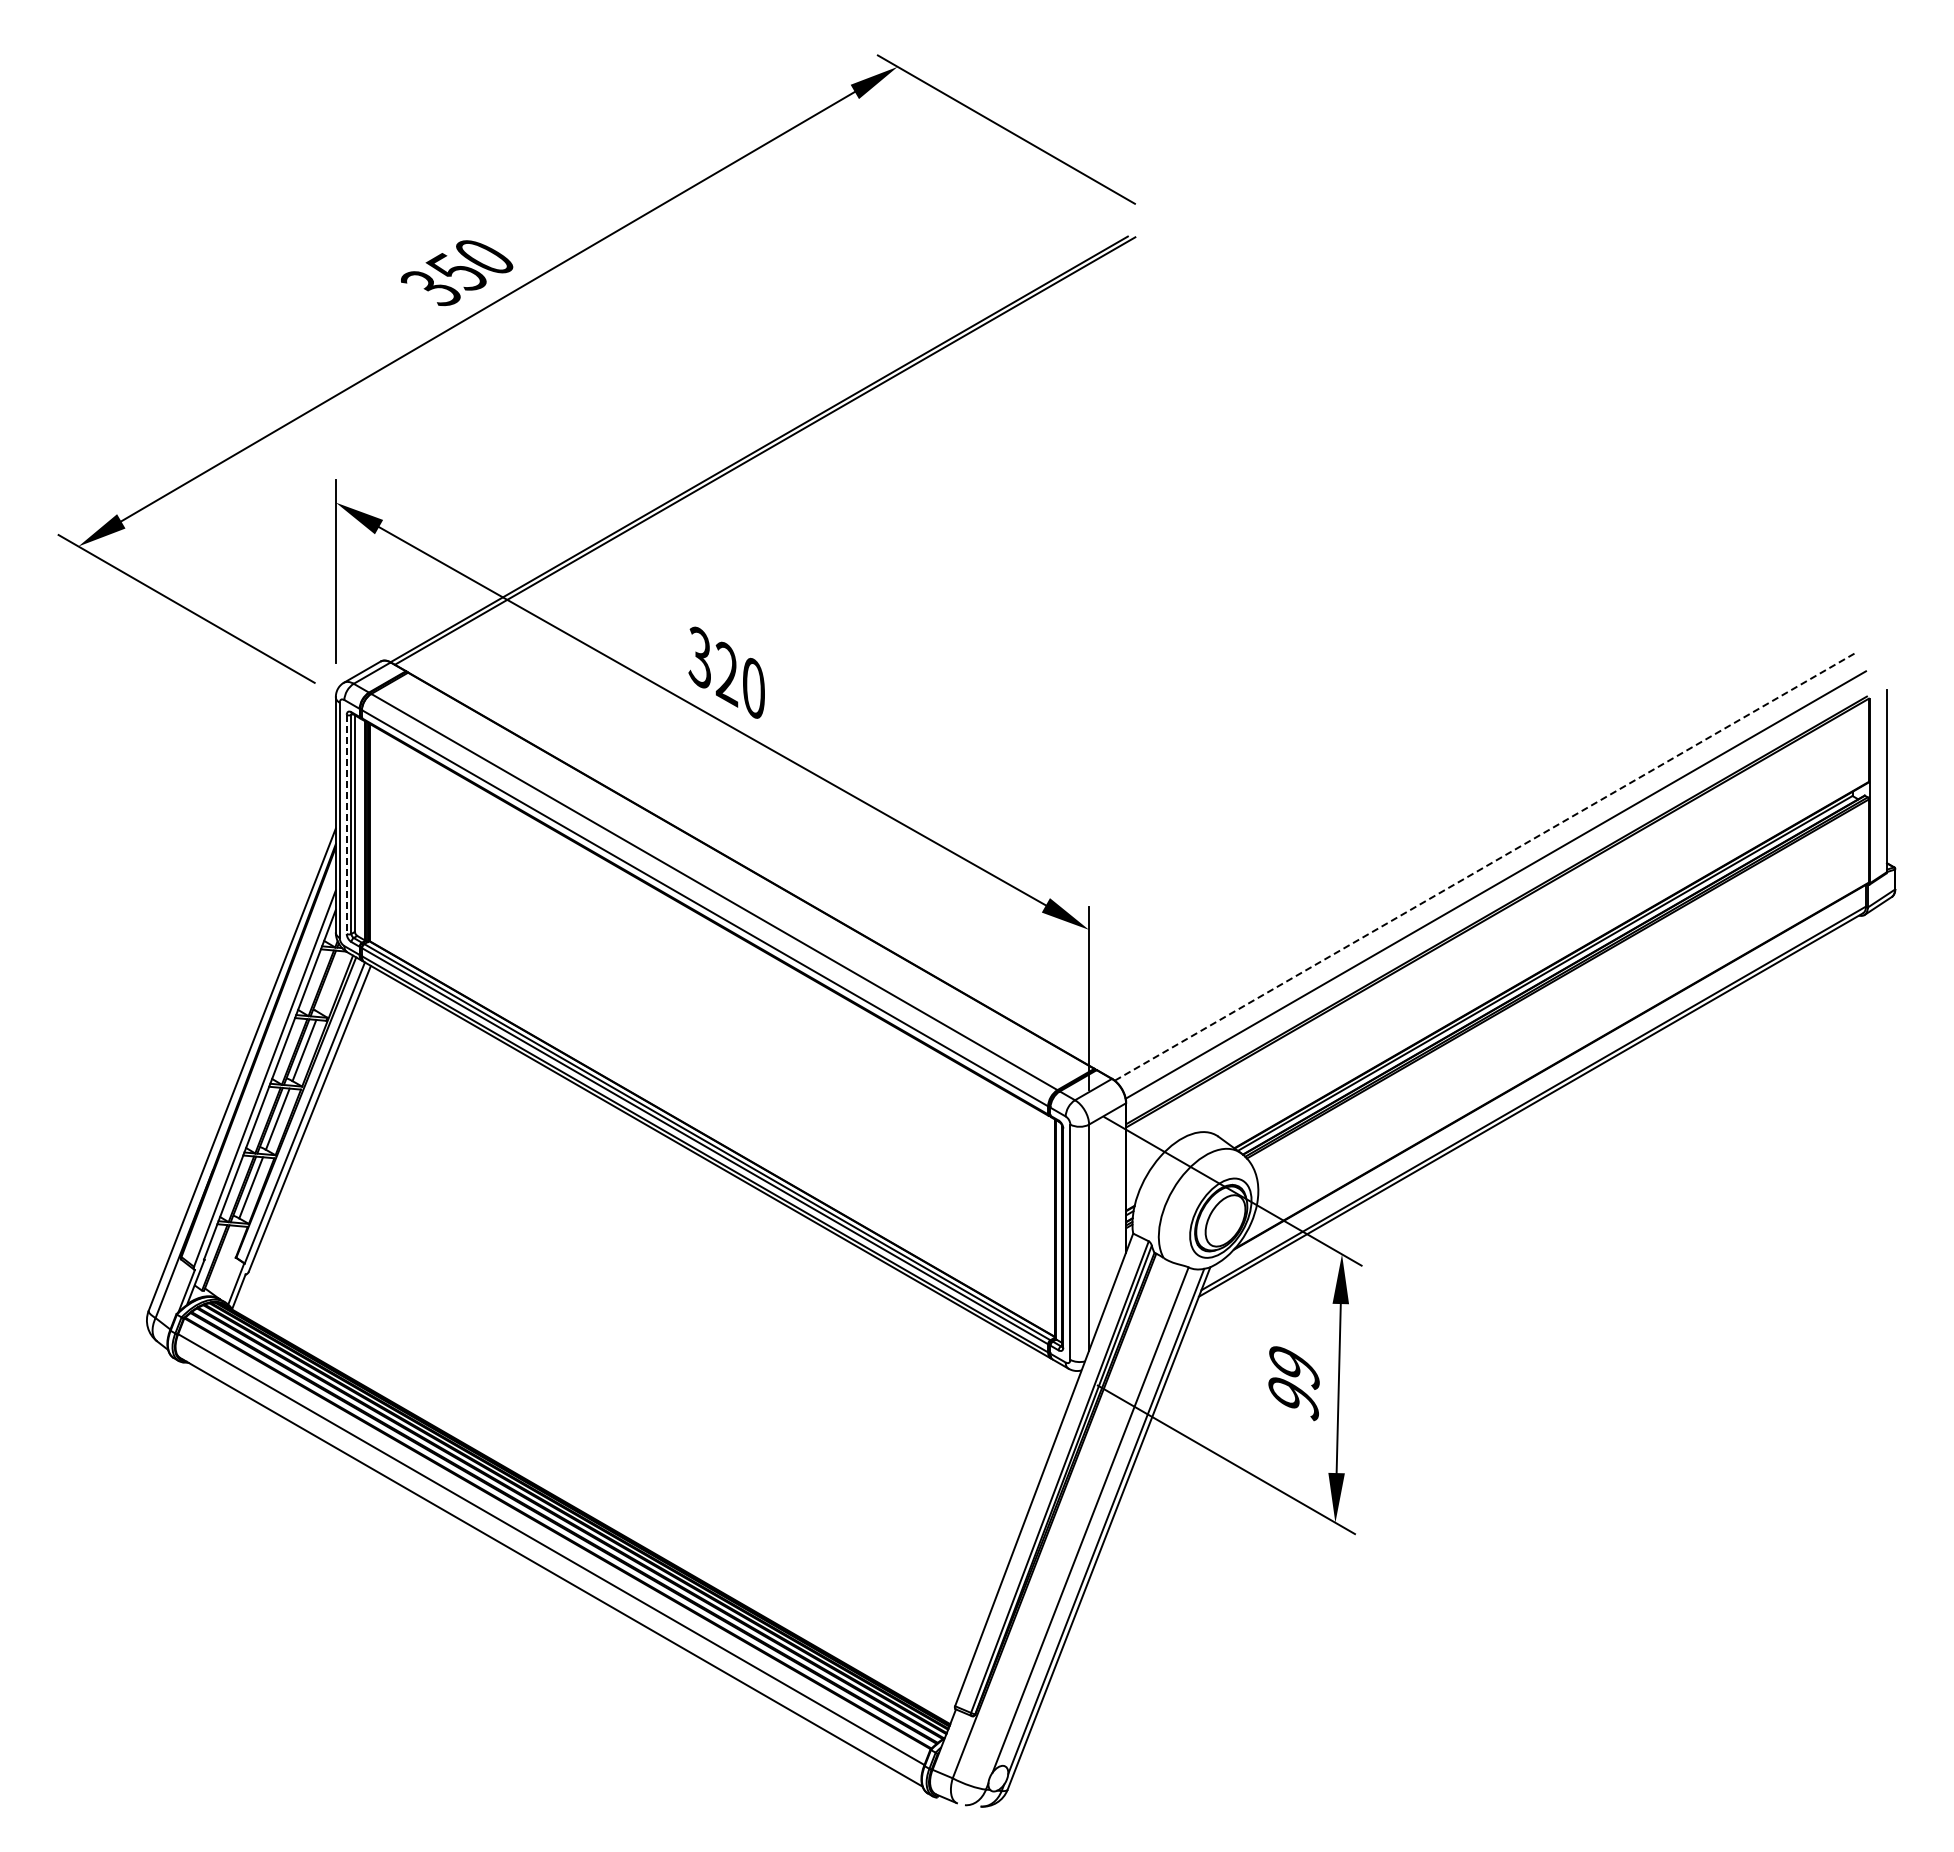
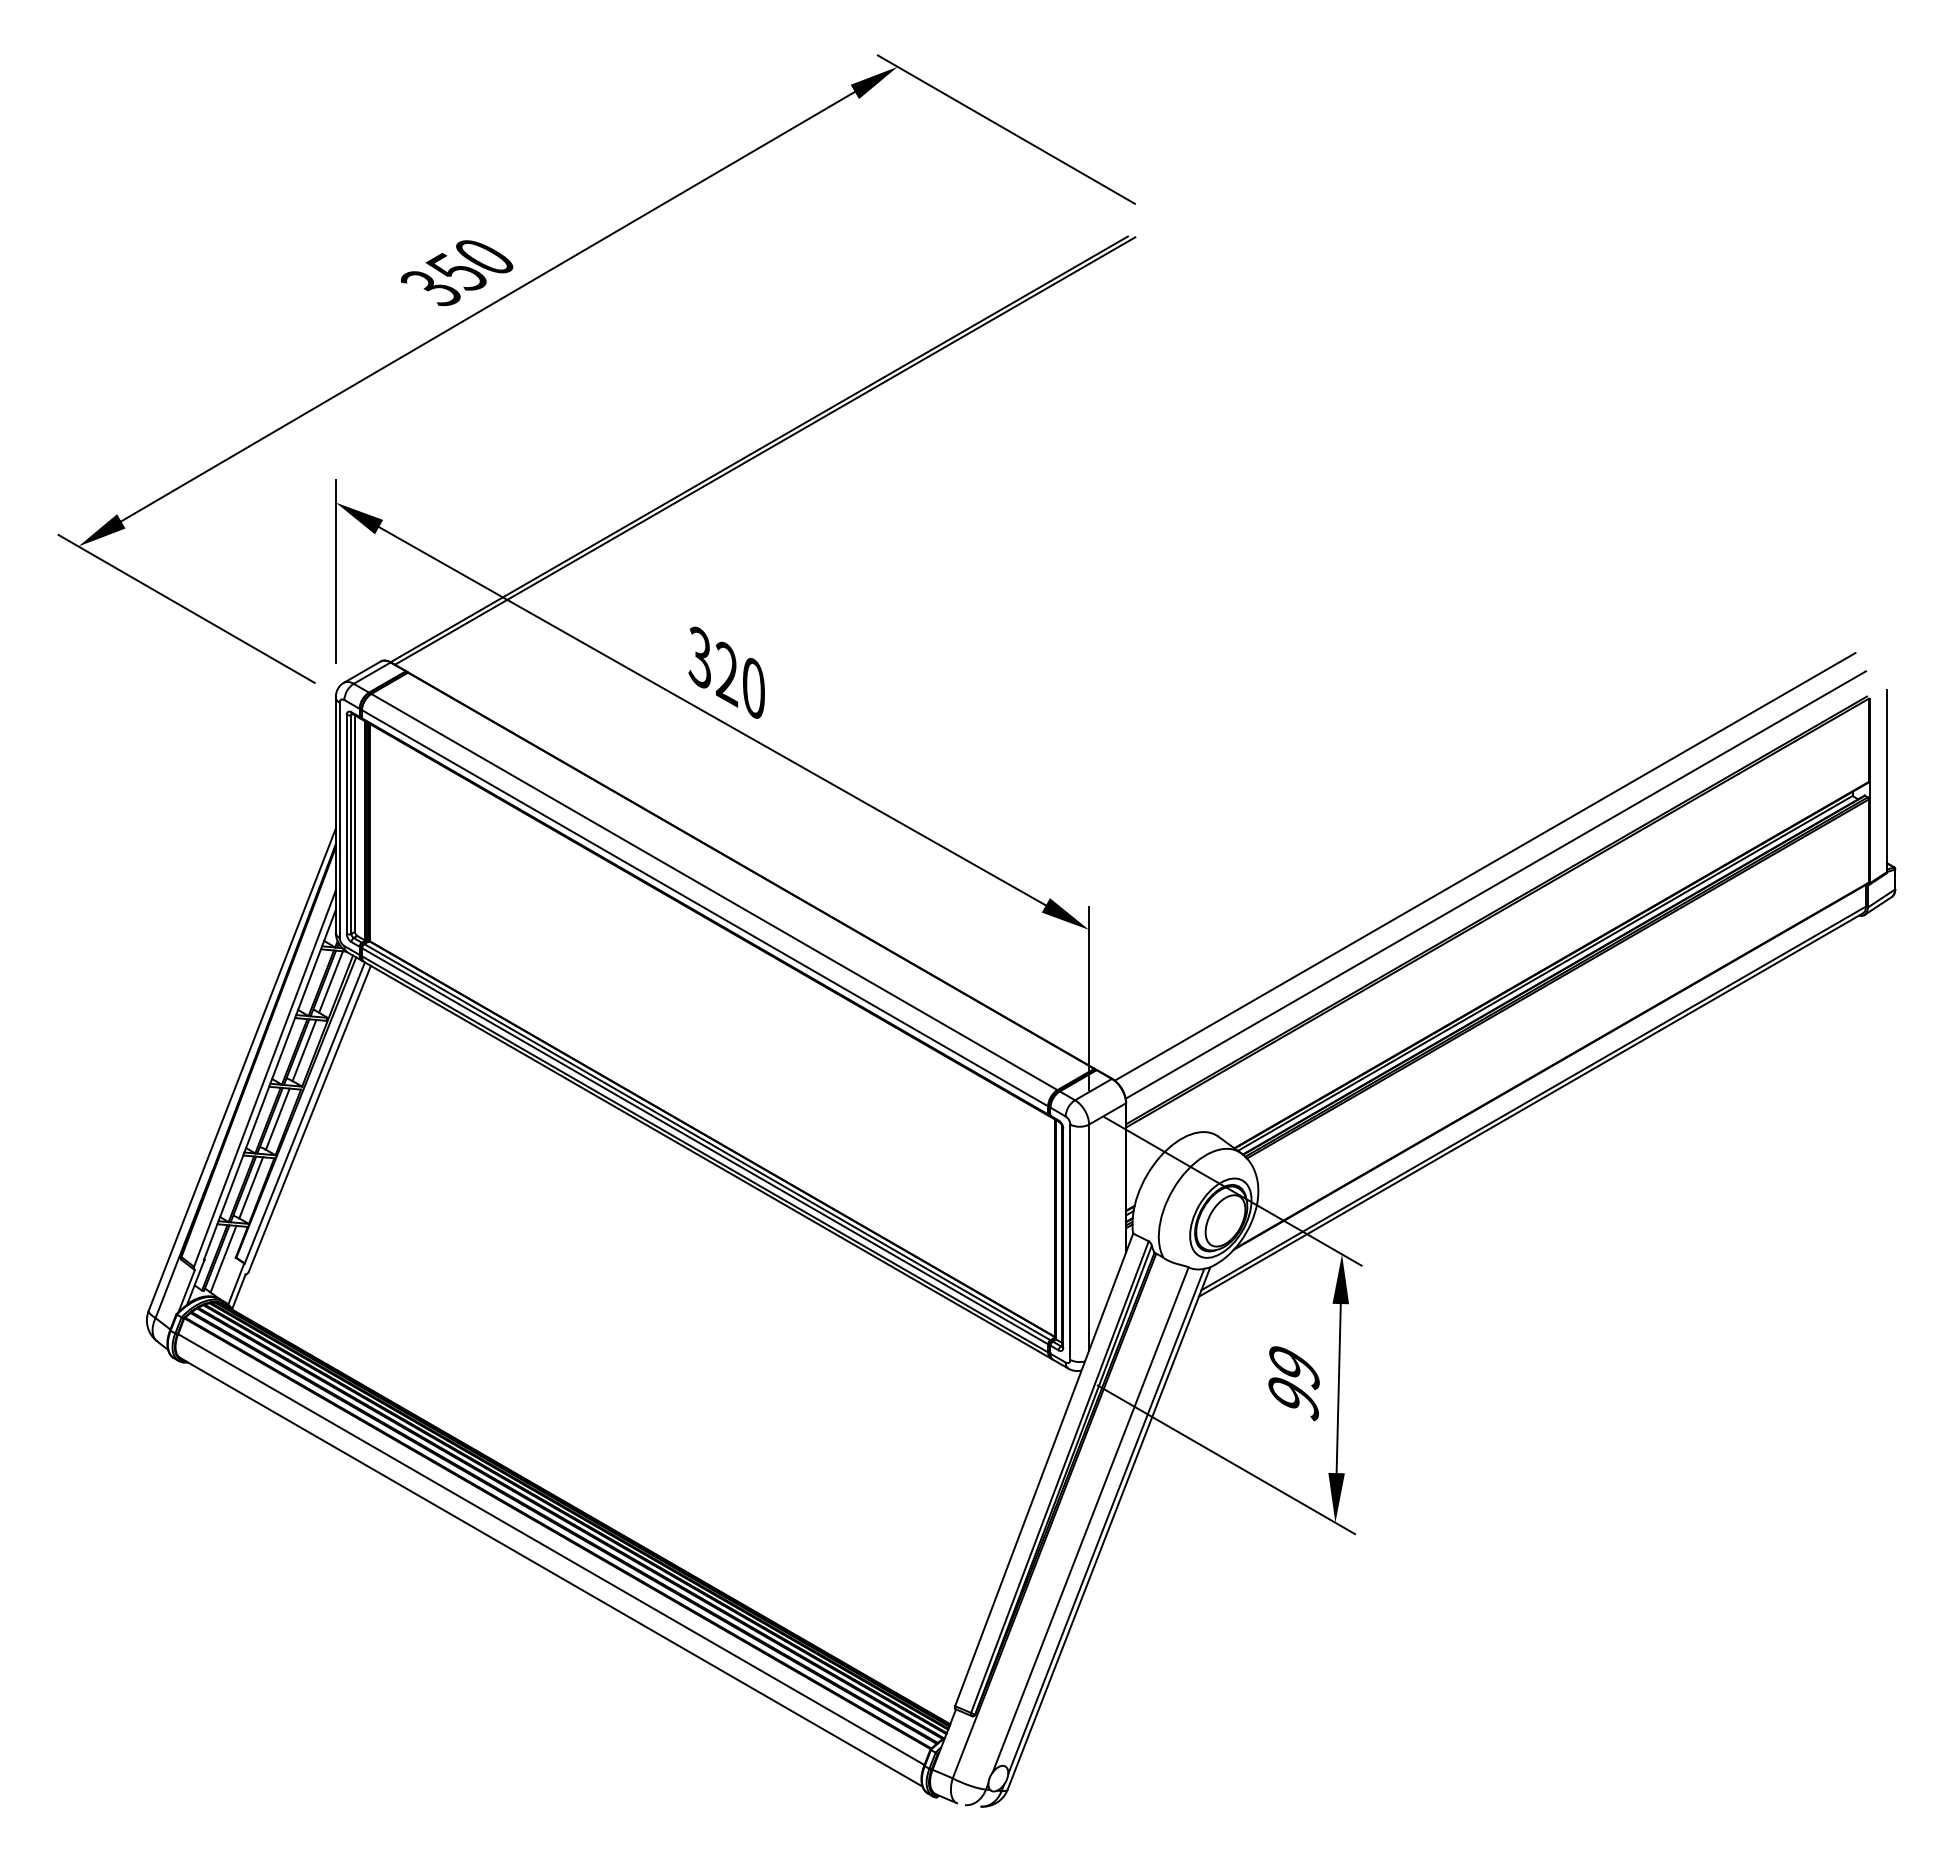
line at (346, 824): dashed -> solid
line at (1485, 866): dashed -> solid
line at (330, 981): none -> present
line at (223, 1258): none -> present
